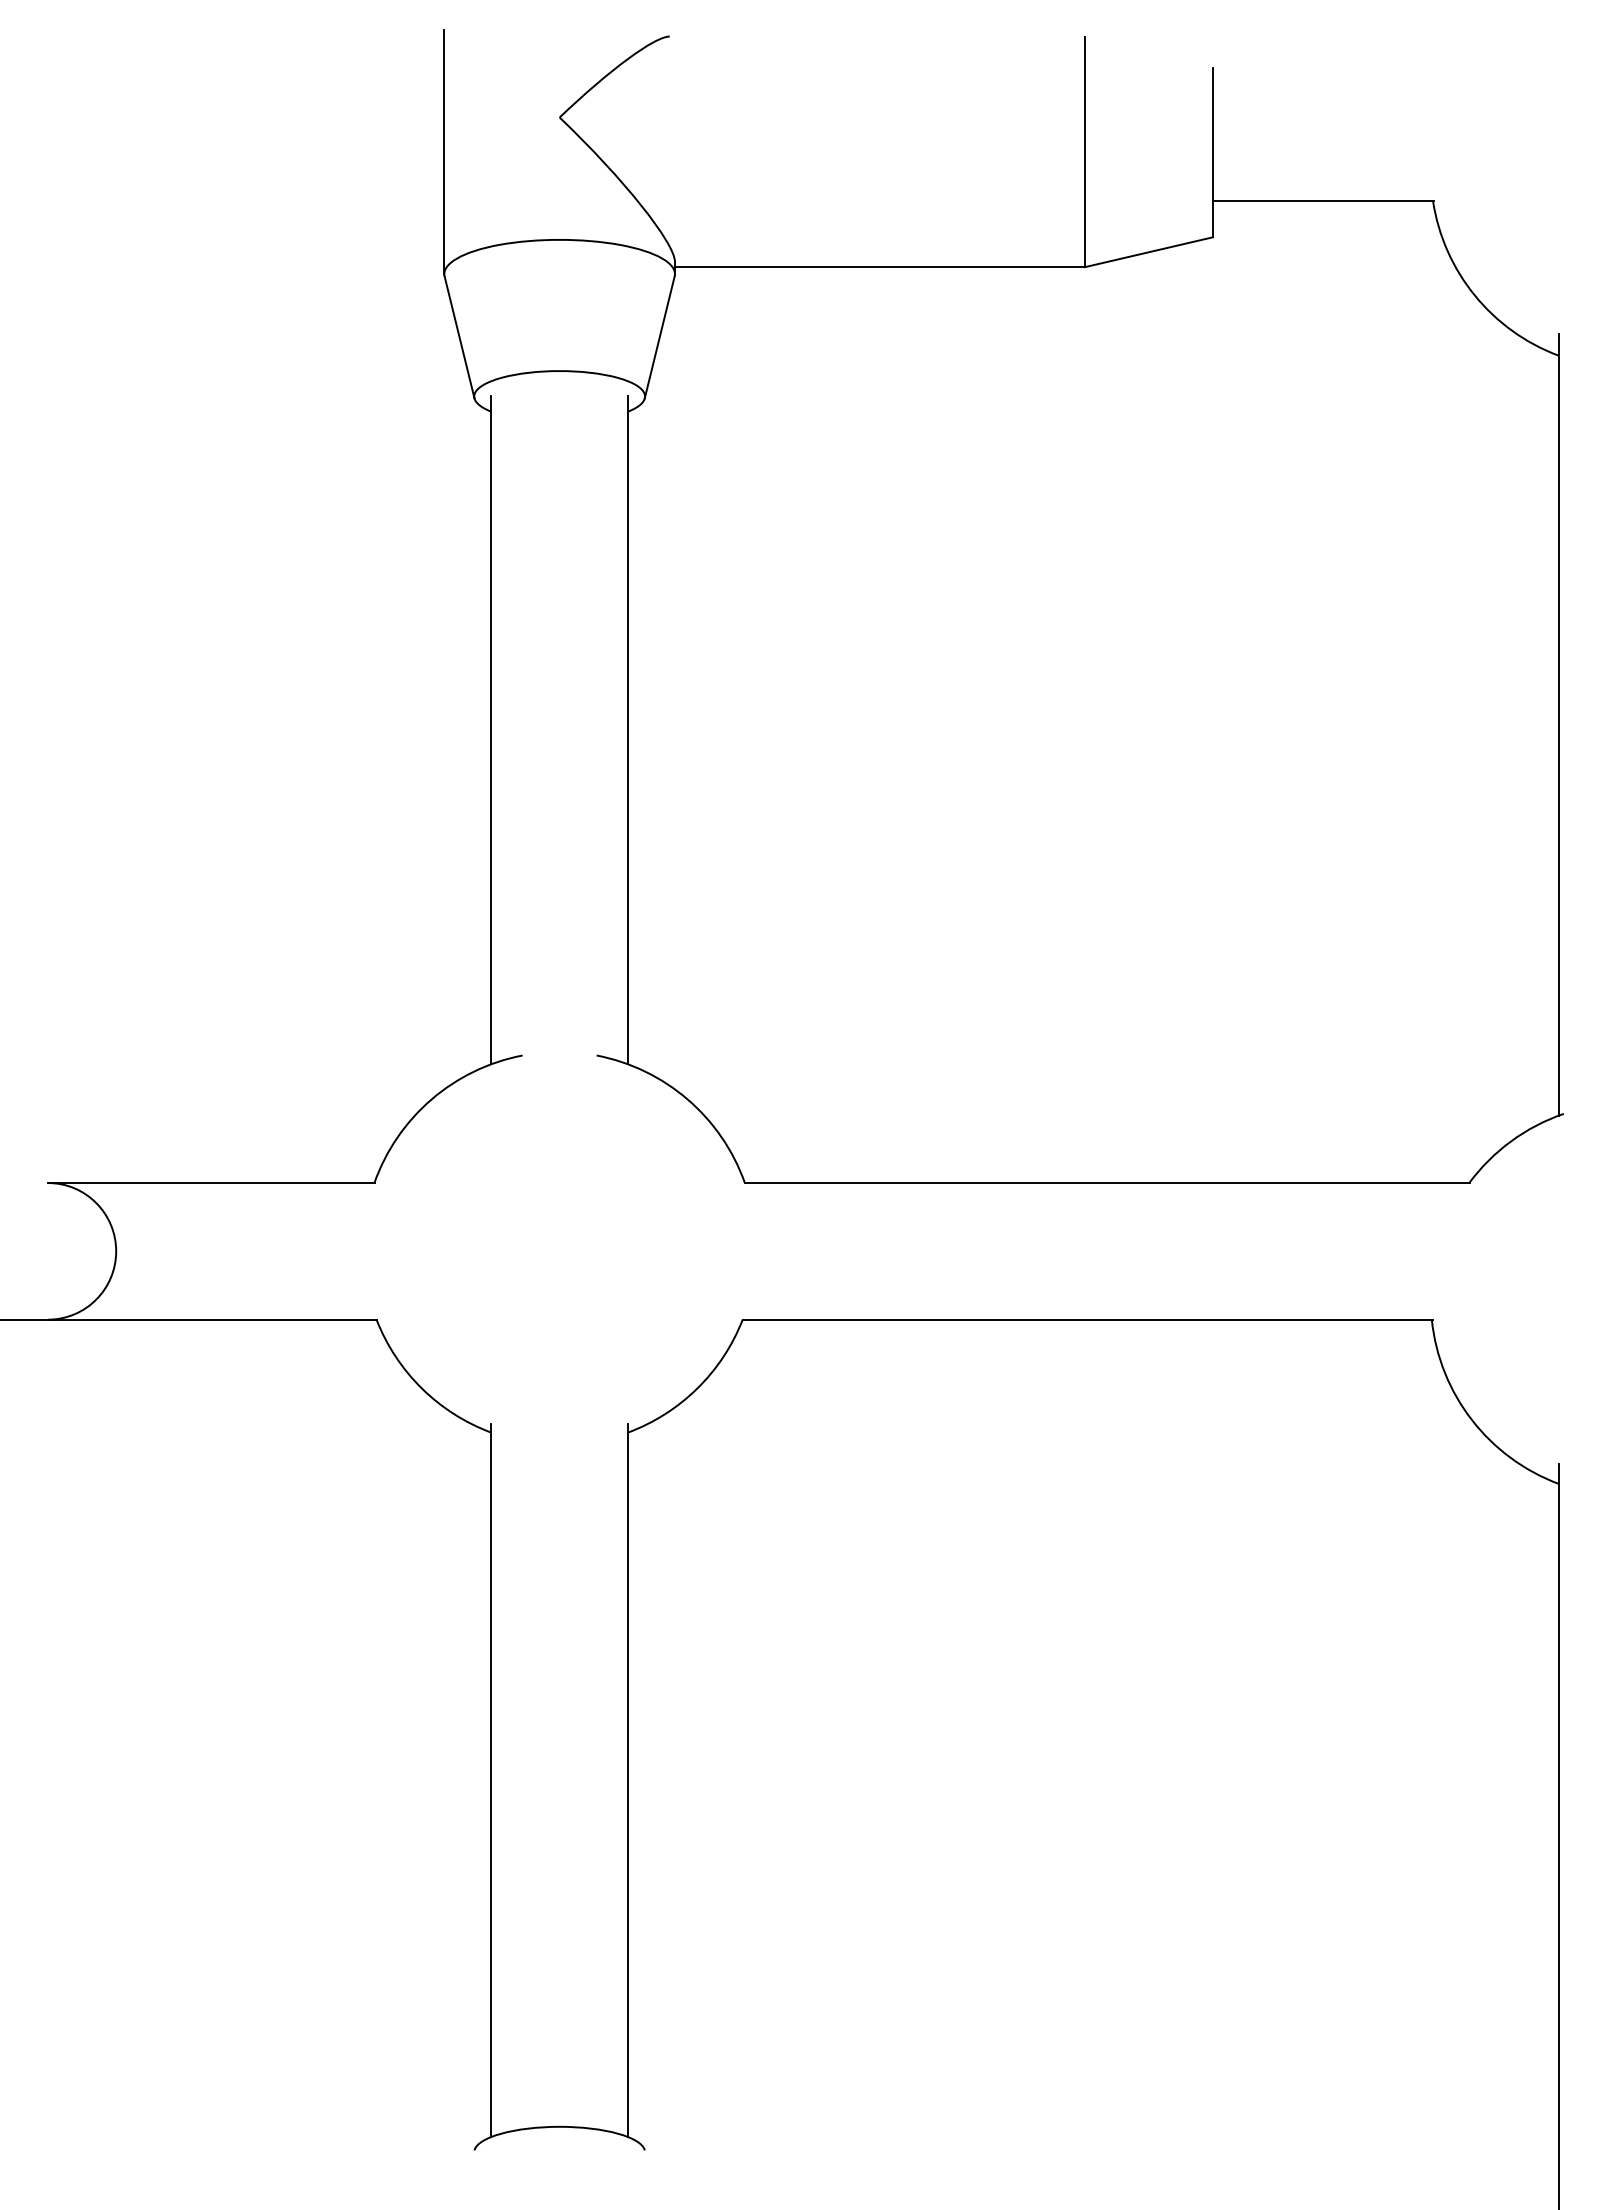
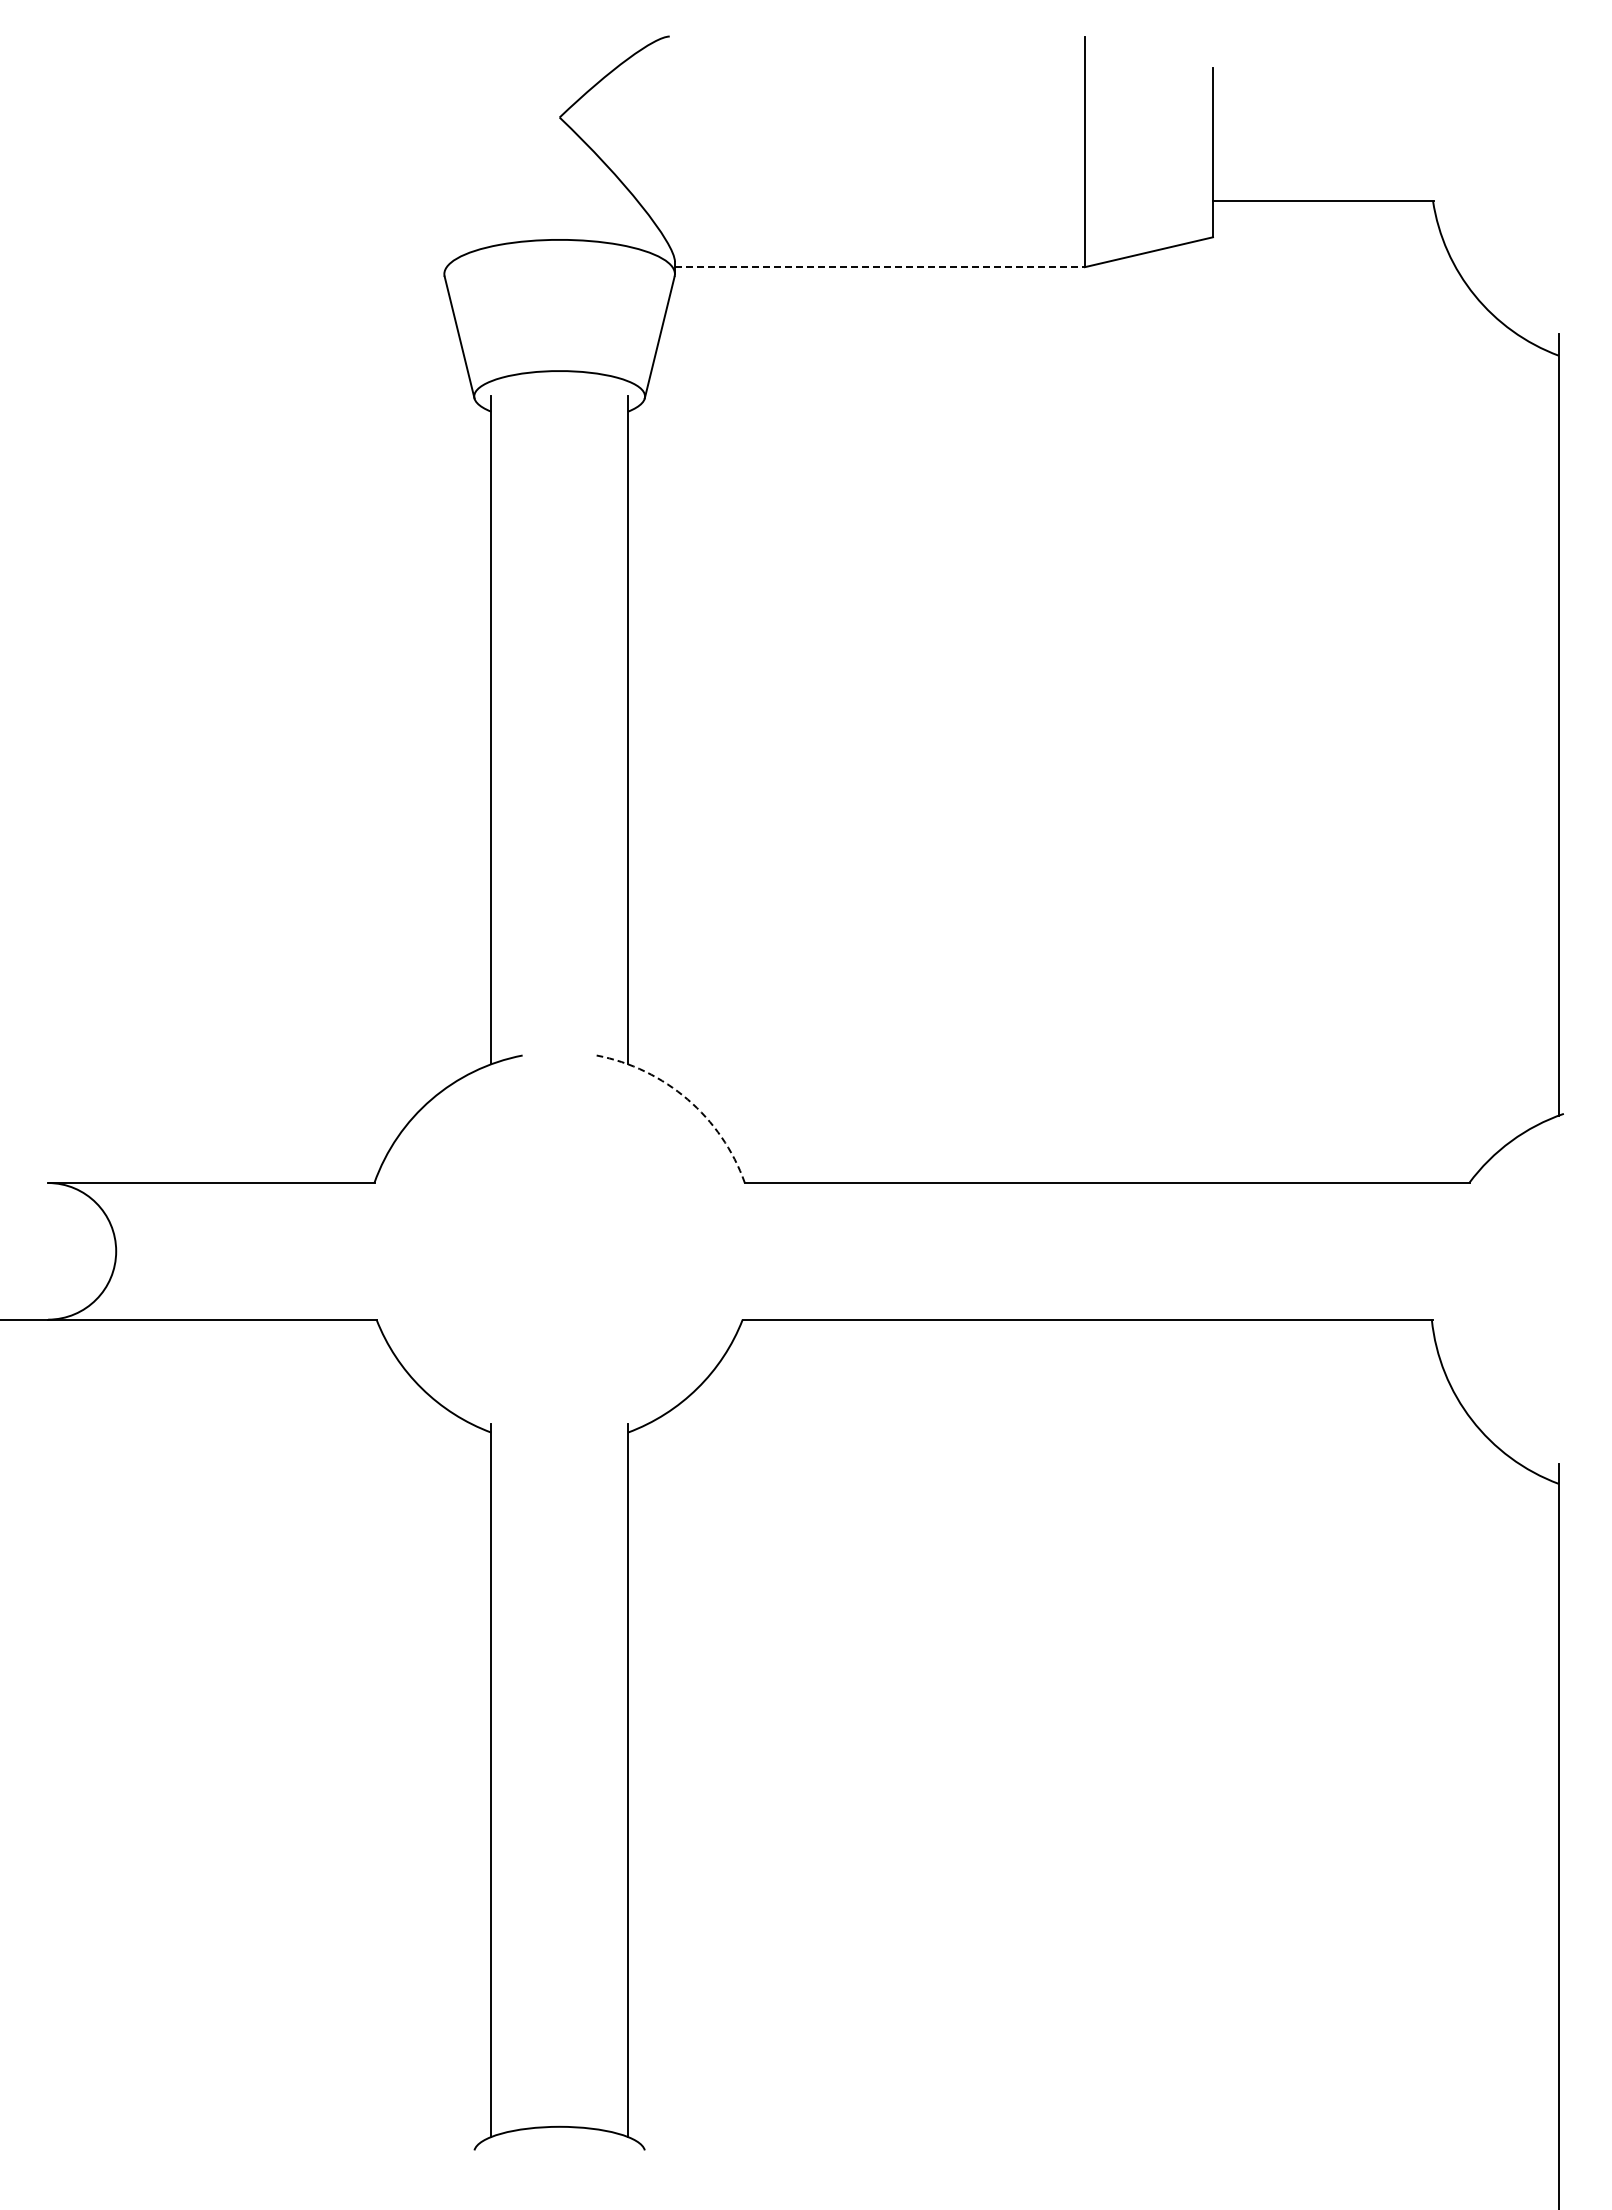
line at (444, 151): present -> none
line at (879, 267): solid -> dashed
arc at (687, 1099): solid -> dashed
